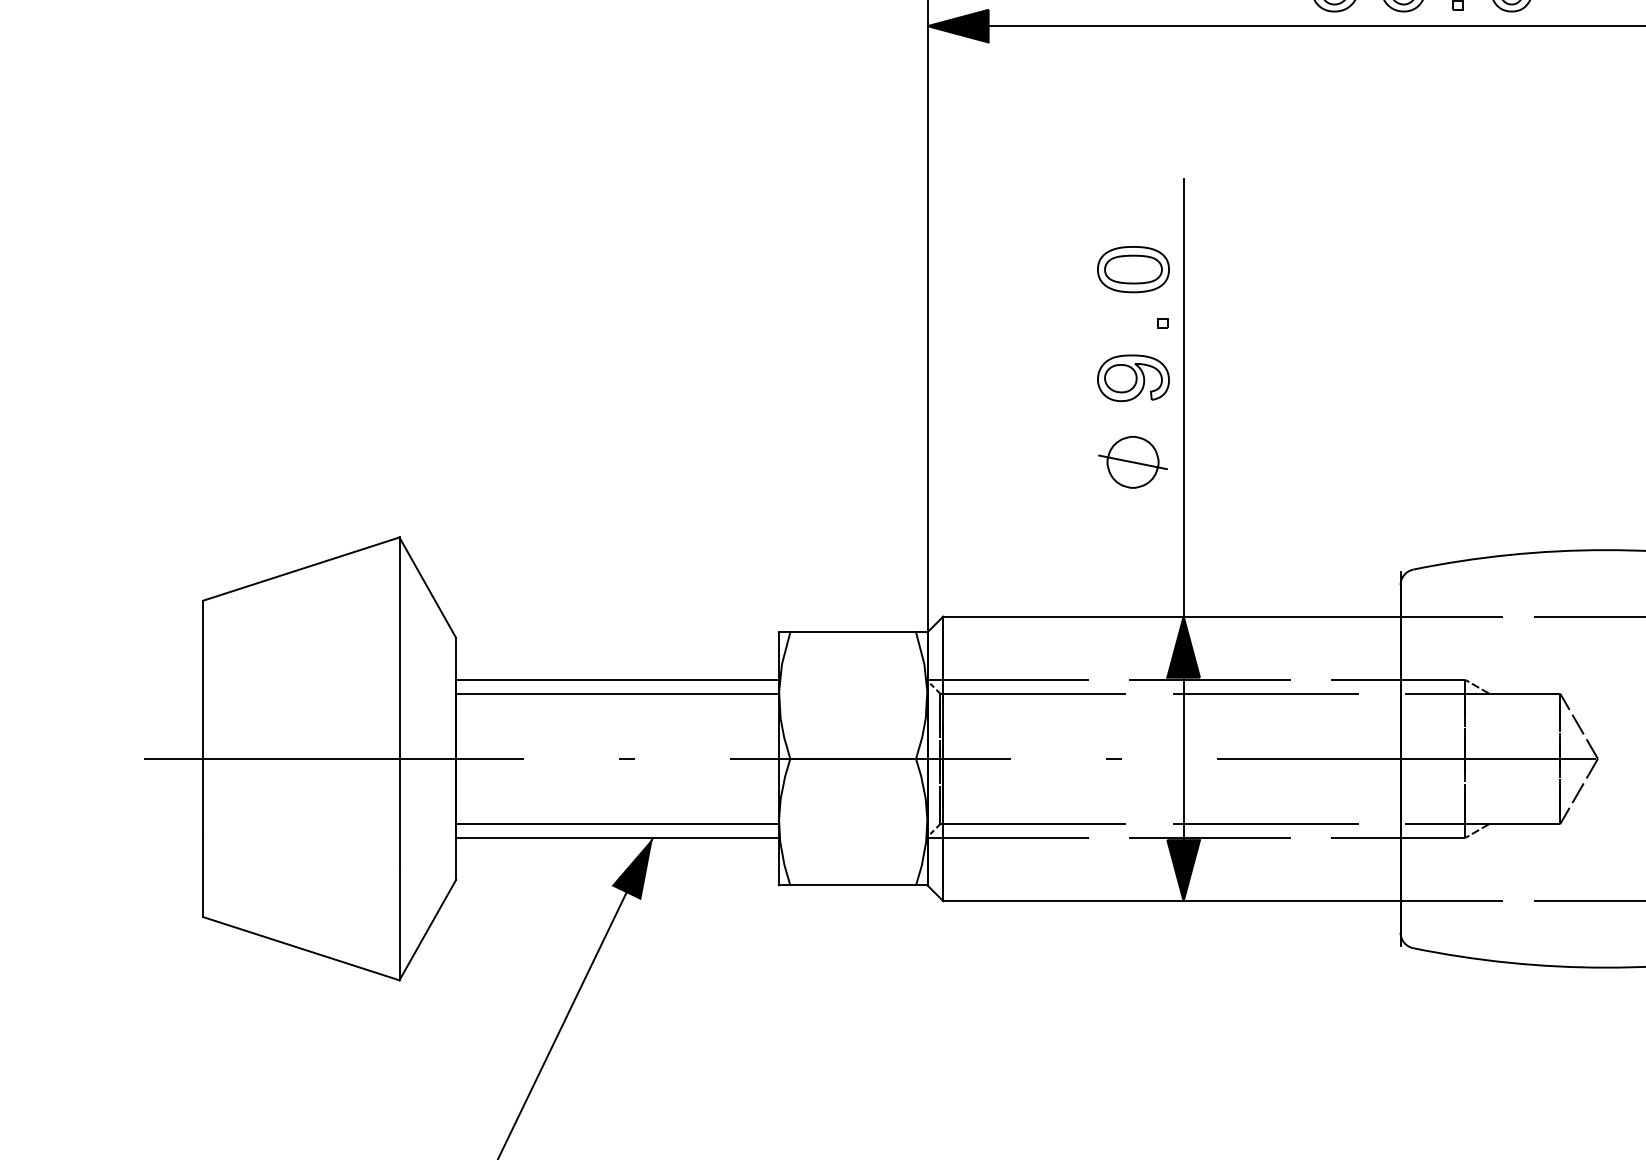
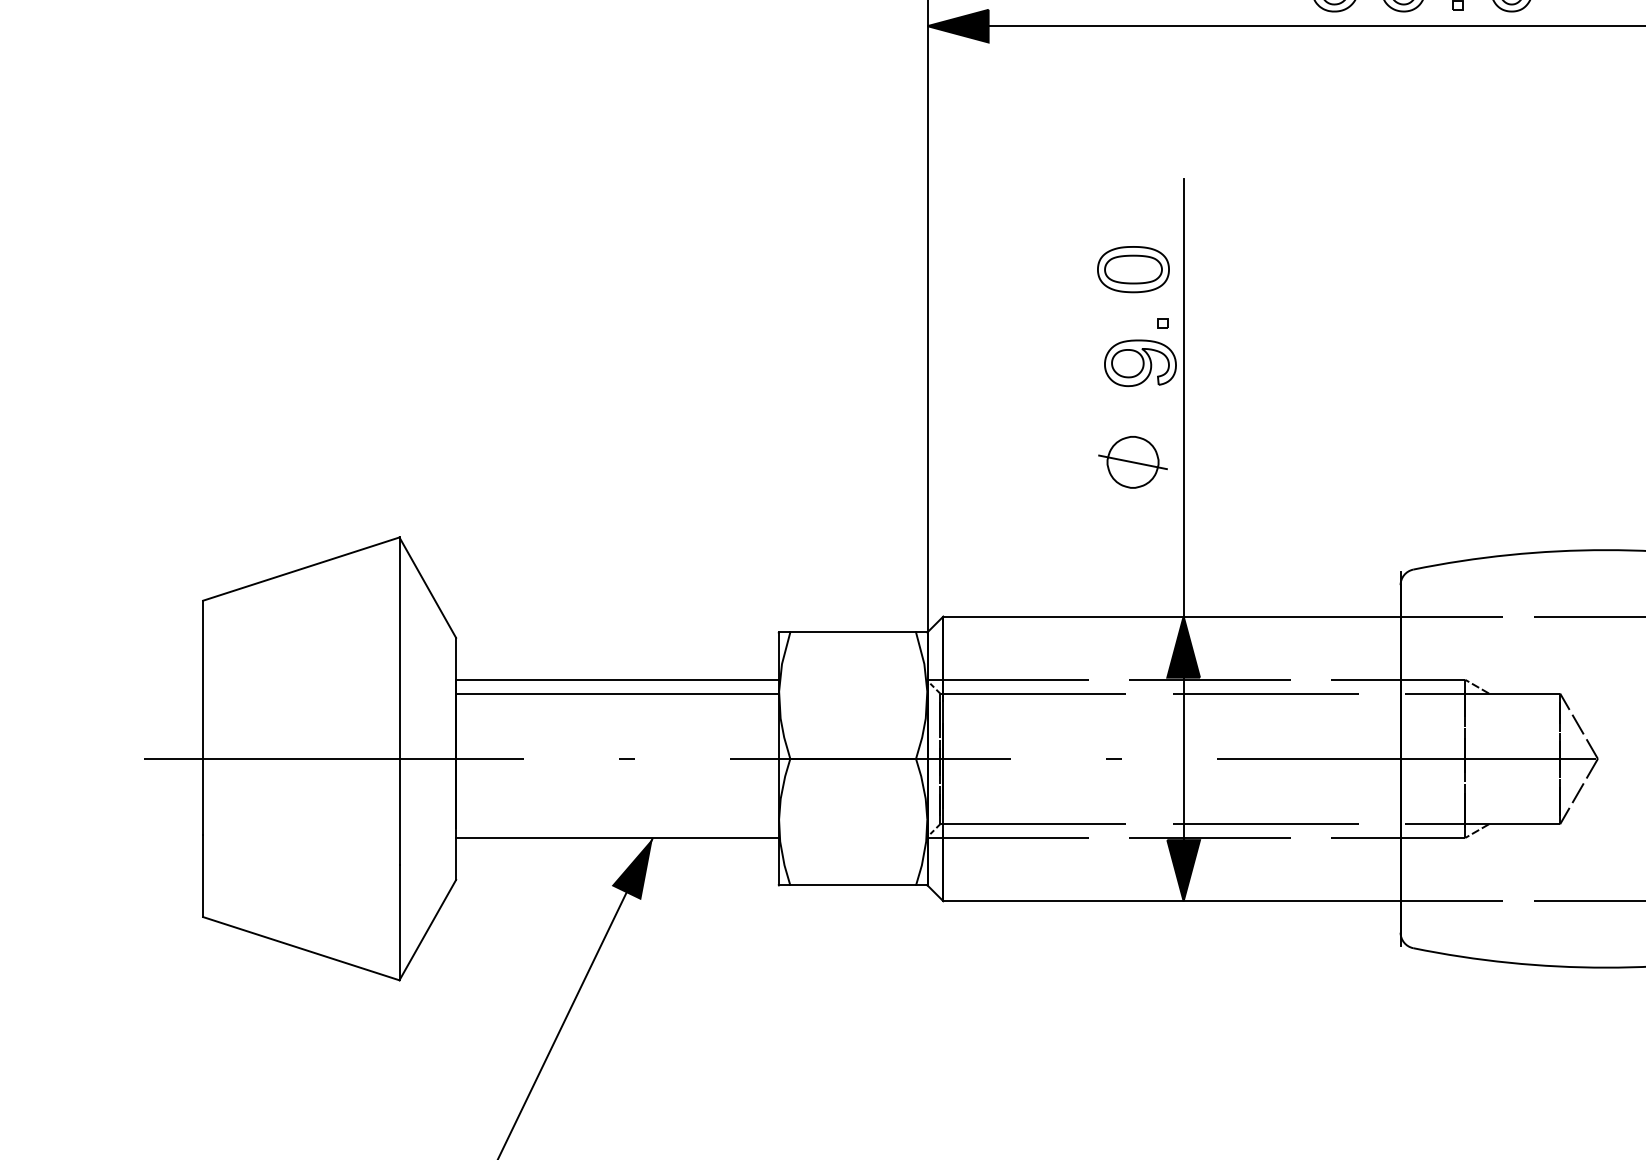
part at (1133, 378) position: (1133, 378) -> (1140, 363)
line at (617, 824): present -> none
